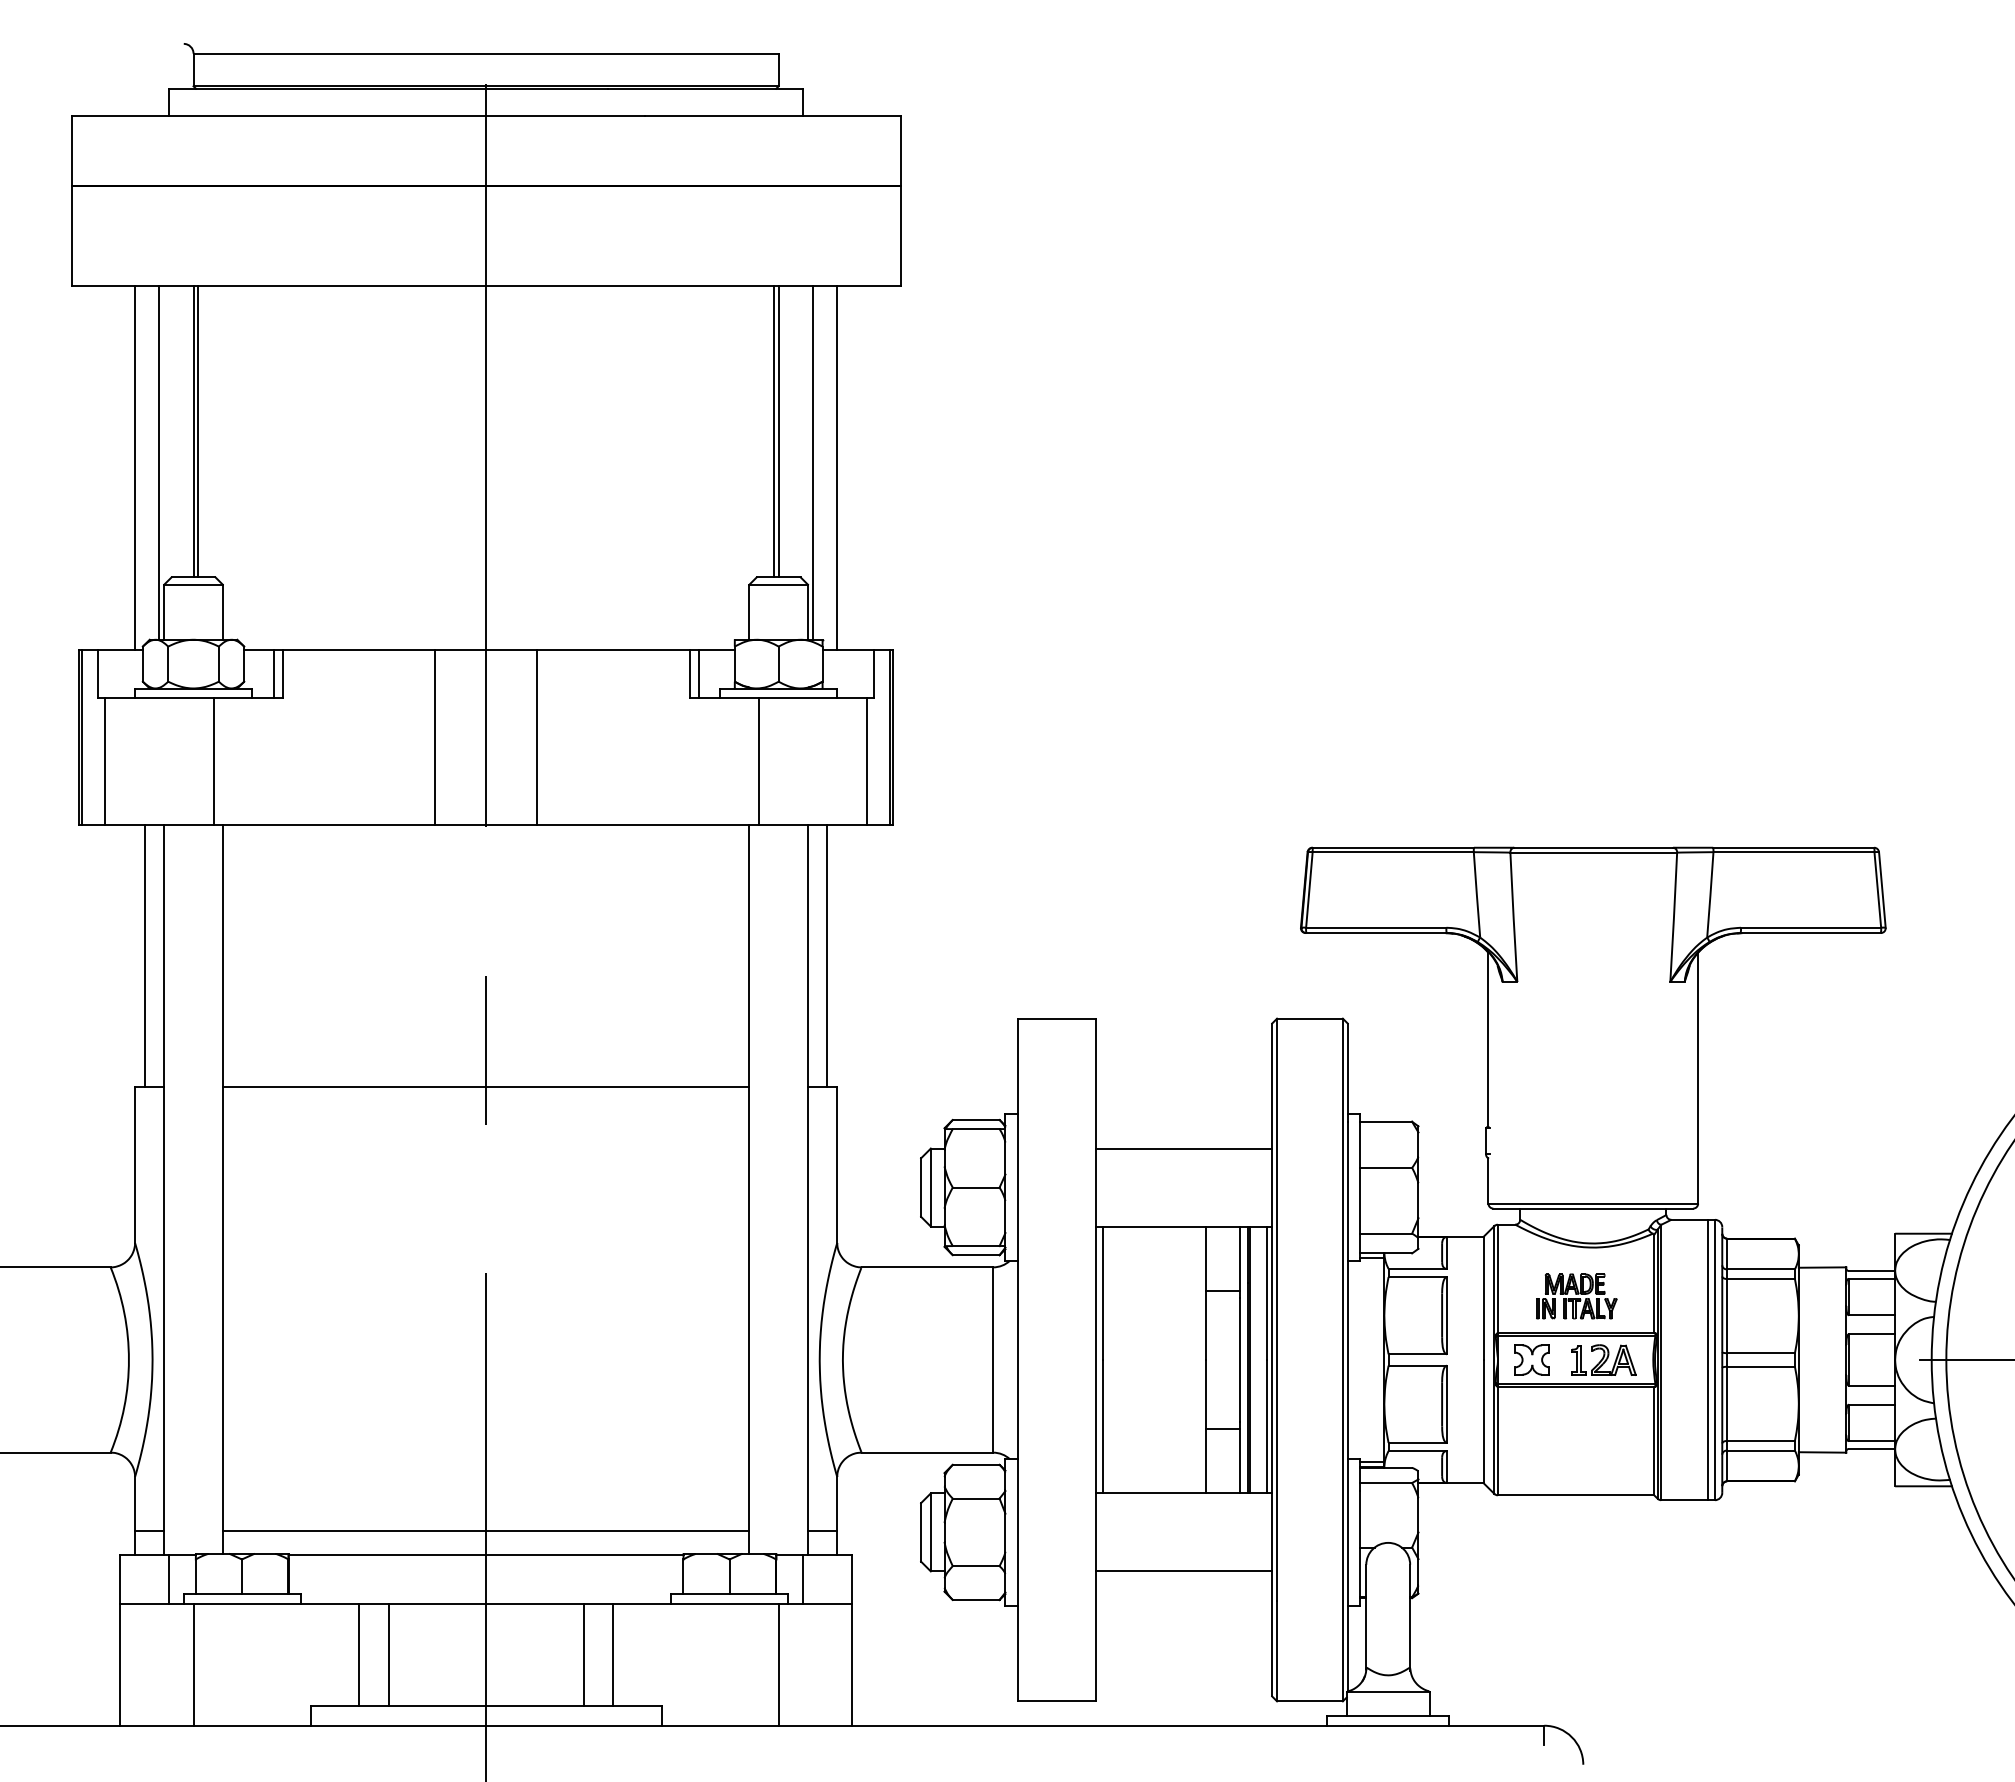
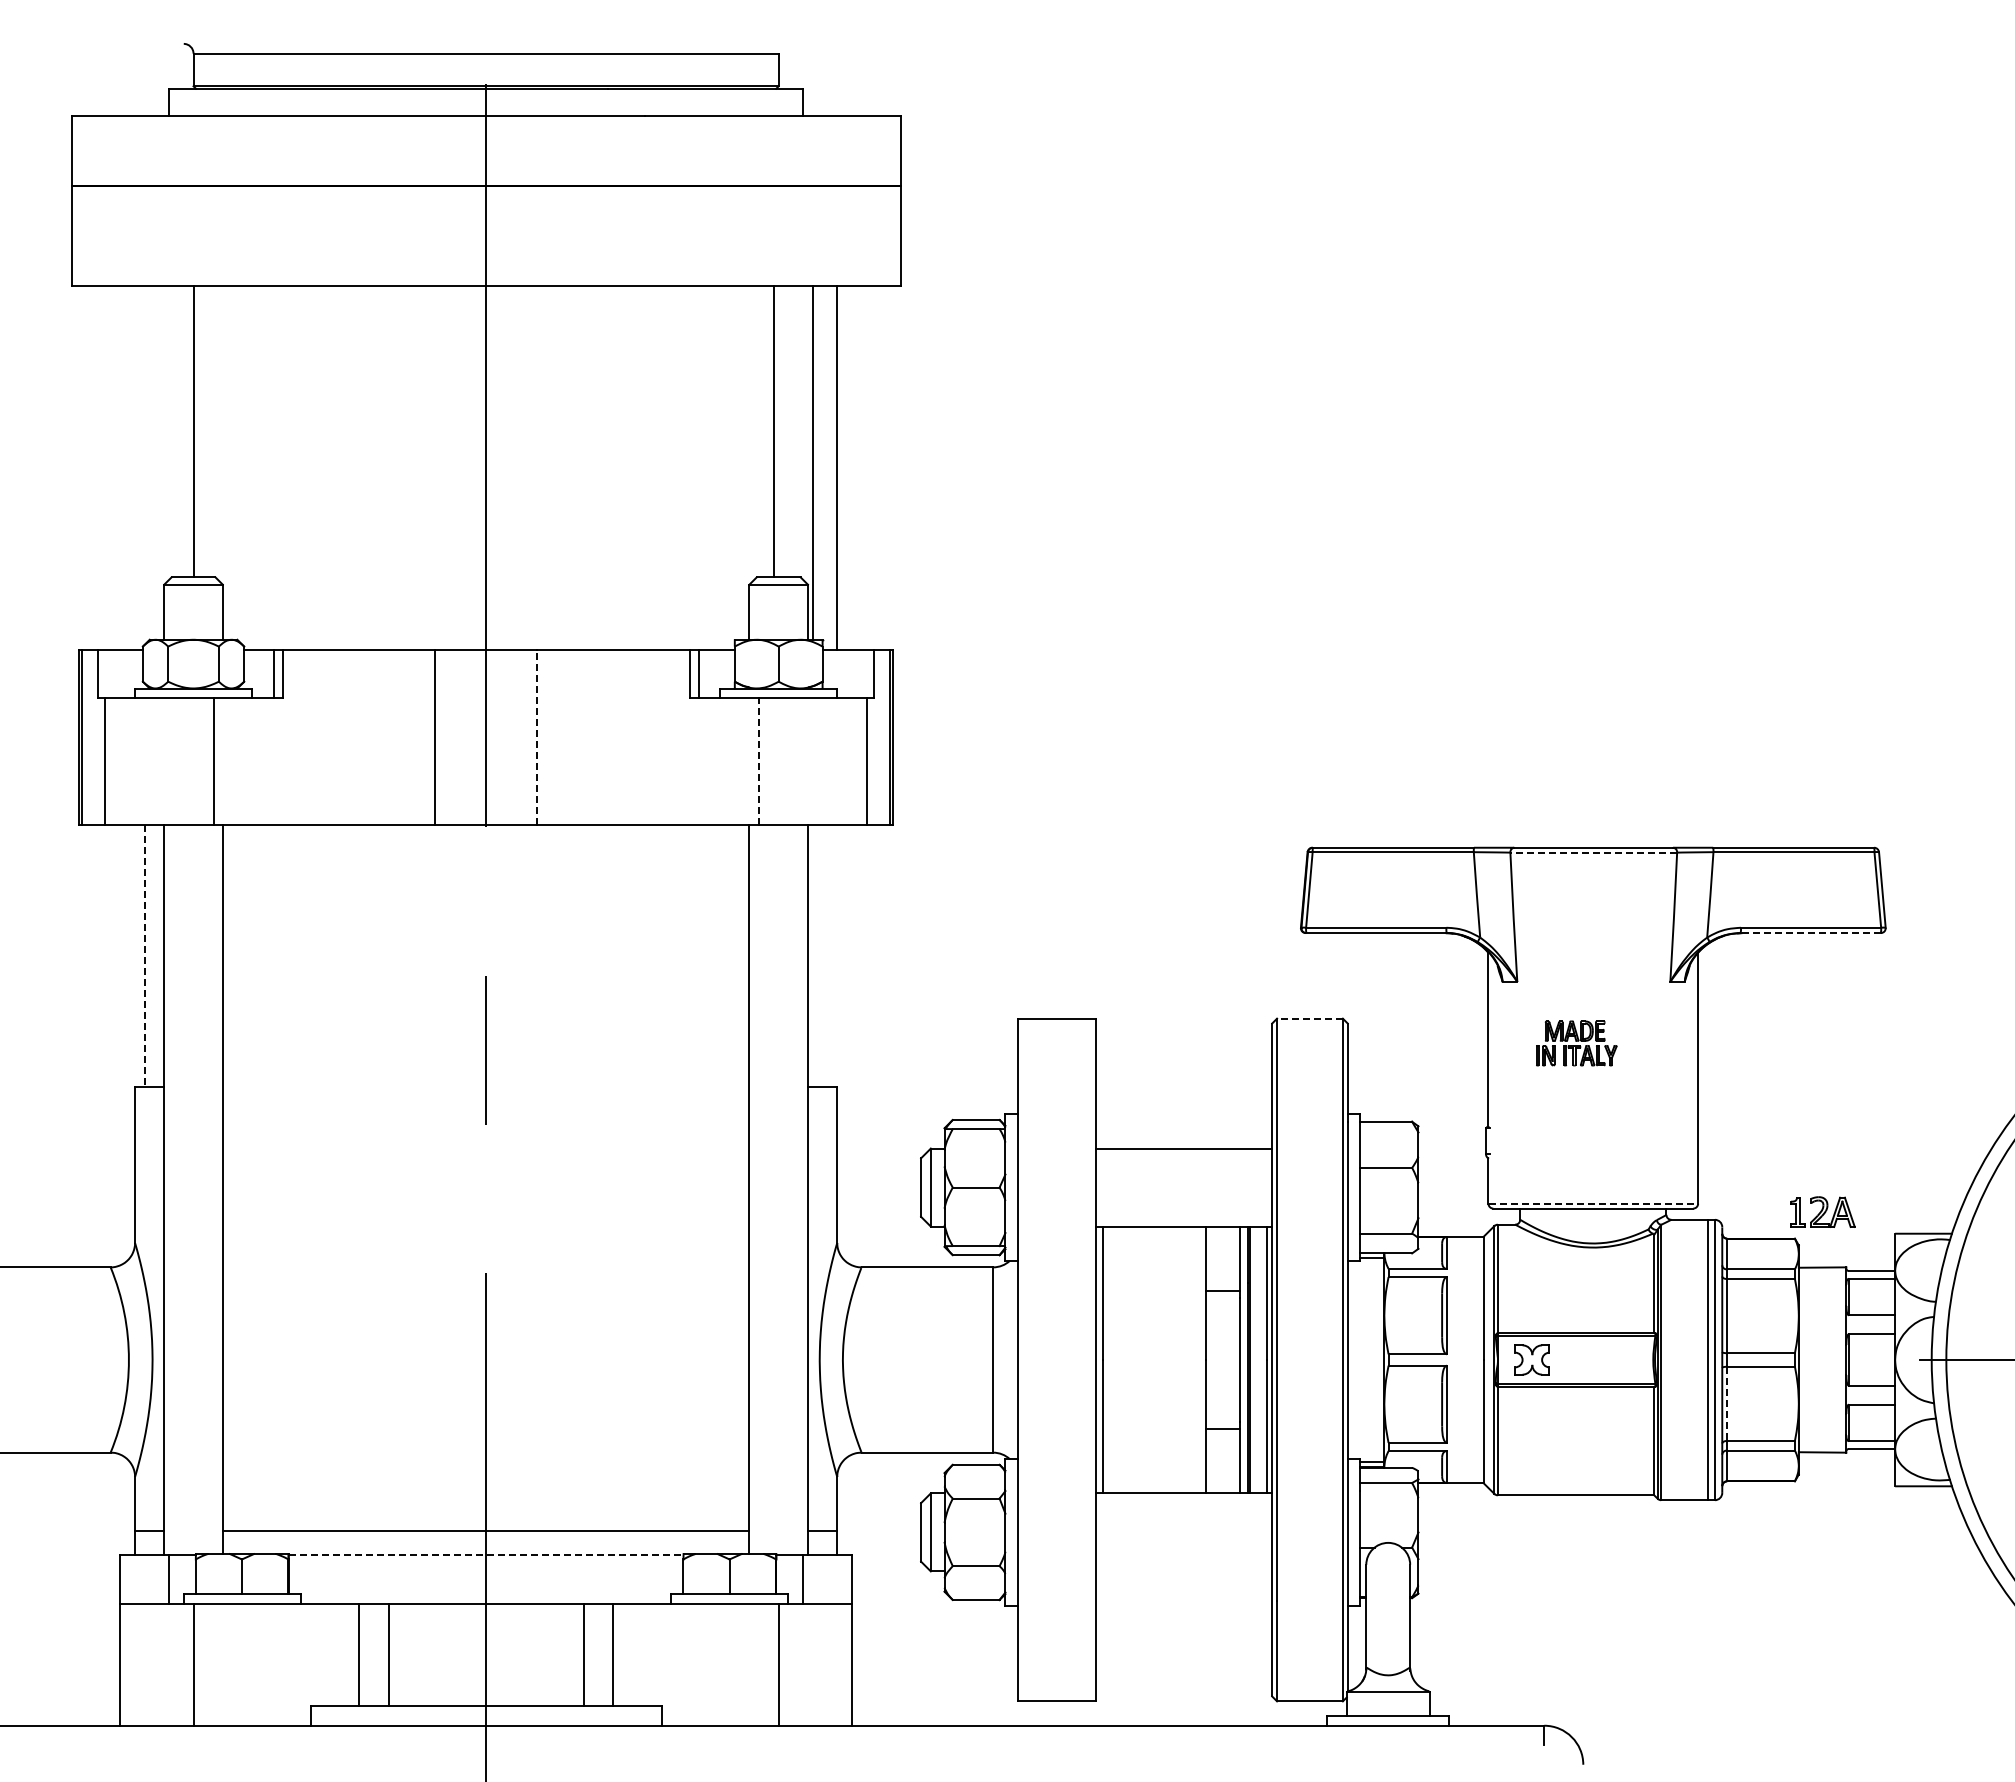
line at (198, 431): present -> none
line at (778, 431): present -> none
line at (159, 462): present -> none
line at (135, 467): present -> none
line at (537, 737): solid -> dashed
line at (758, 761): solid -> dashed
line at (1593, 852): solid -> dashed
line at (1810, 933): solid -> dashed
line at (827, 955): present -> none
line at (144, 956): solid -> dashed
line at (1309, 1018): solid -> dashed
line at (485, 1086): present -> none
line at (1593, 1203): solid -> dashed
part at (1576, 1296) position: (1576, 1296) -> (1576, 1043)
part at (1603, 1359) position: (1603, 1359) -> (1822, 1211)
line at (1727, 1404): solid -> dashed
line at (486, 1555): solid -> dashed
line at (1183, 1571): present -> none
